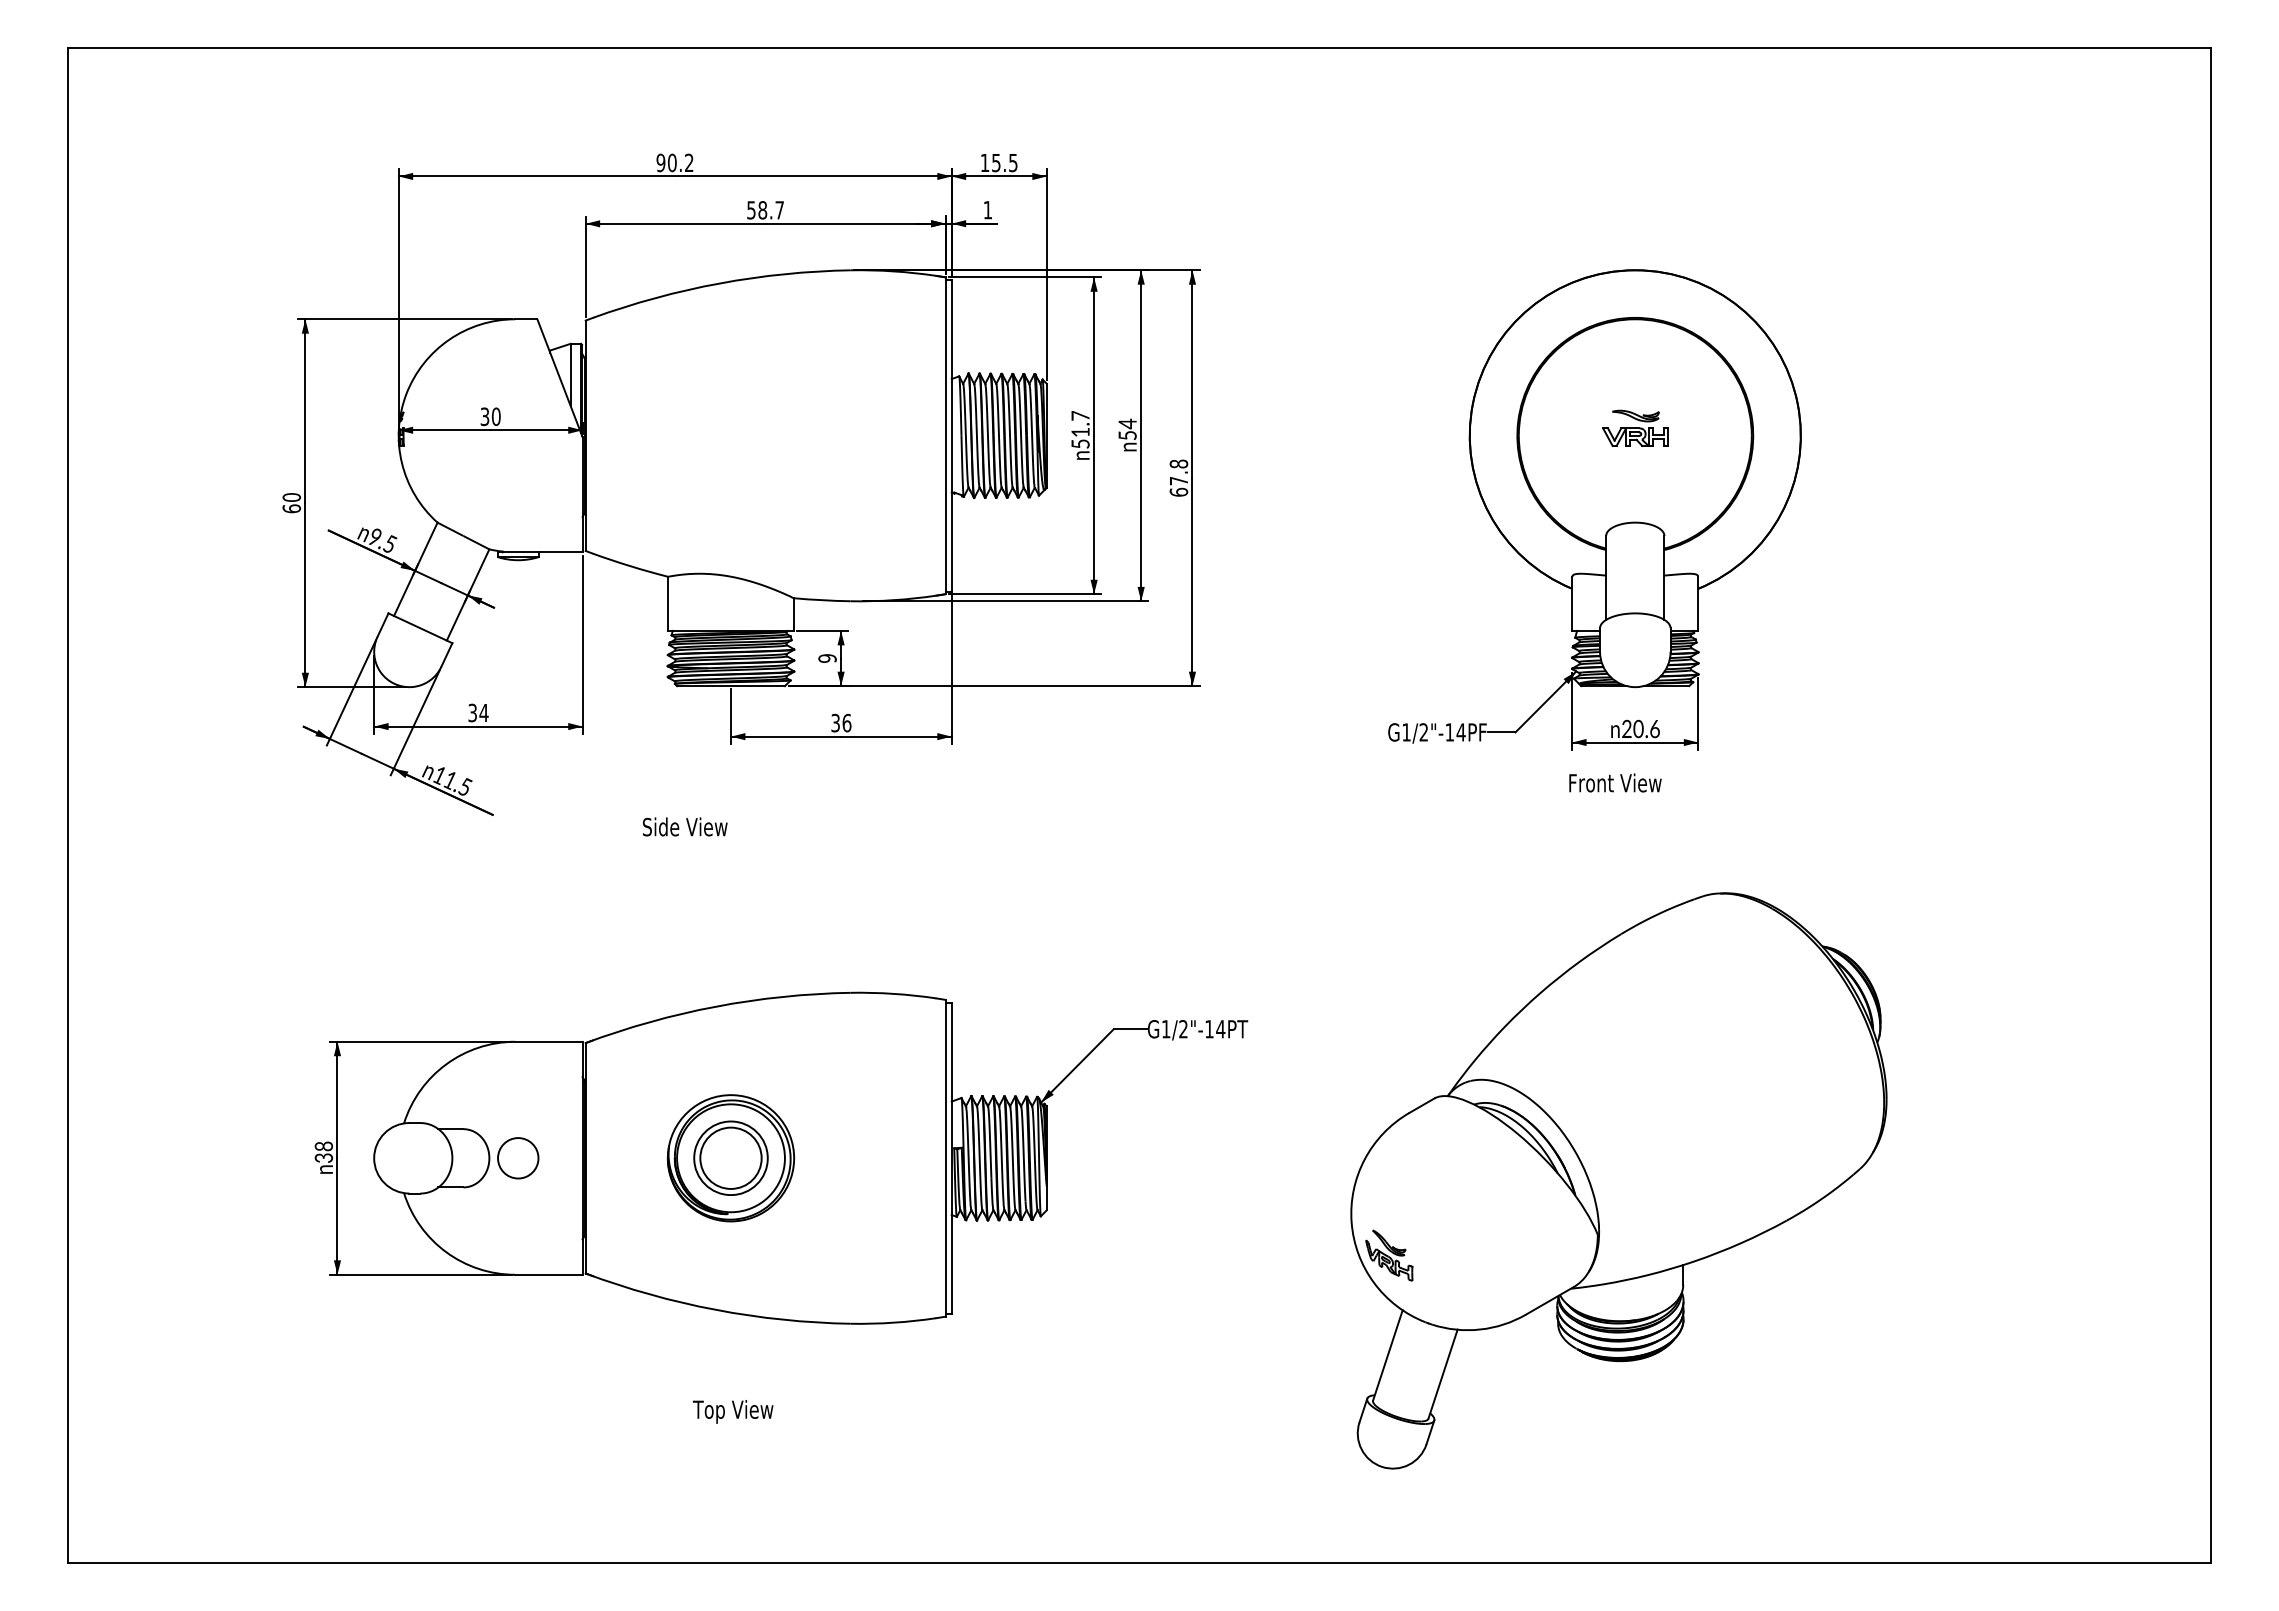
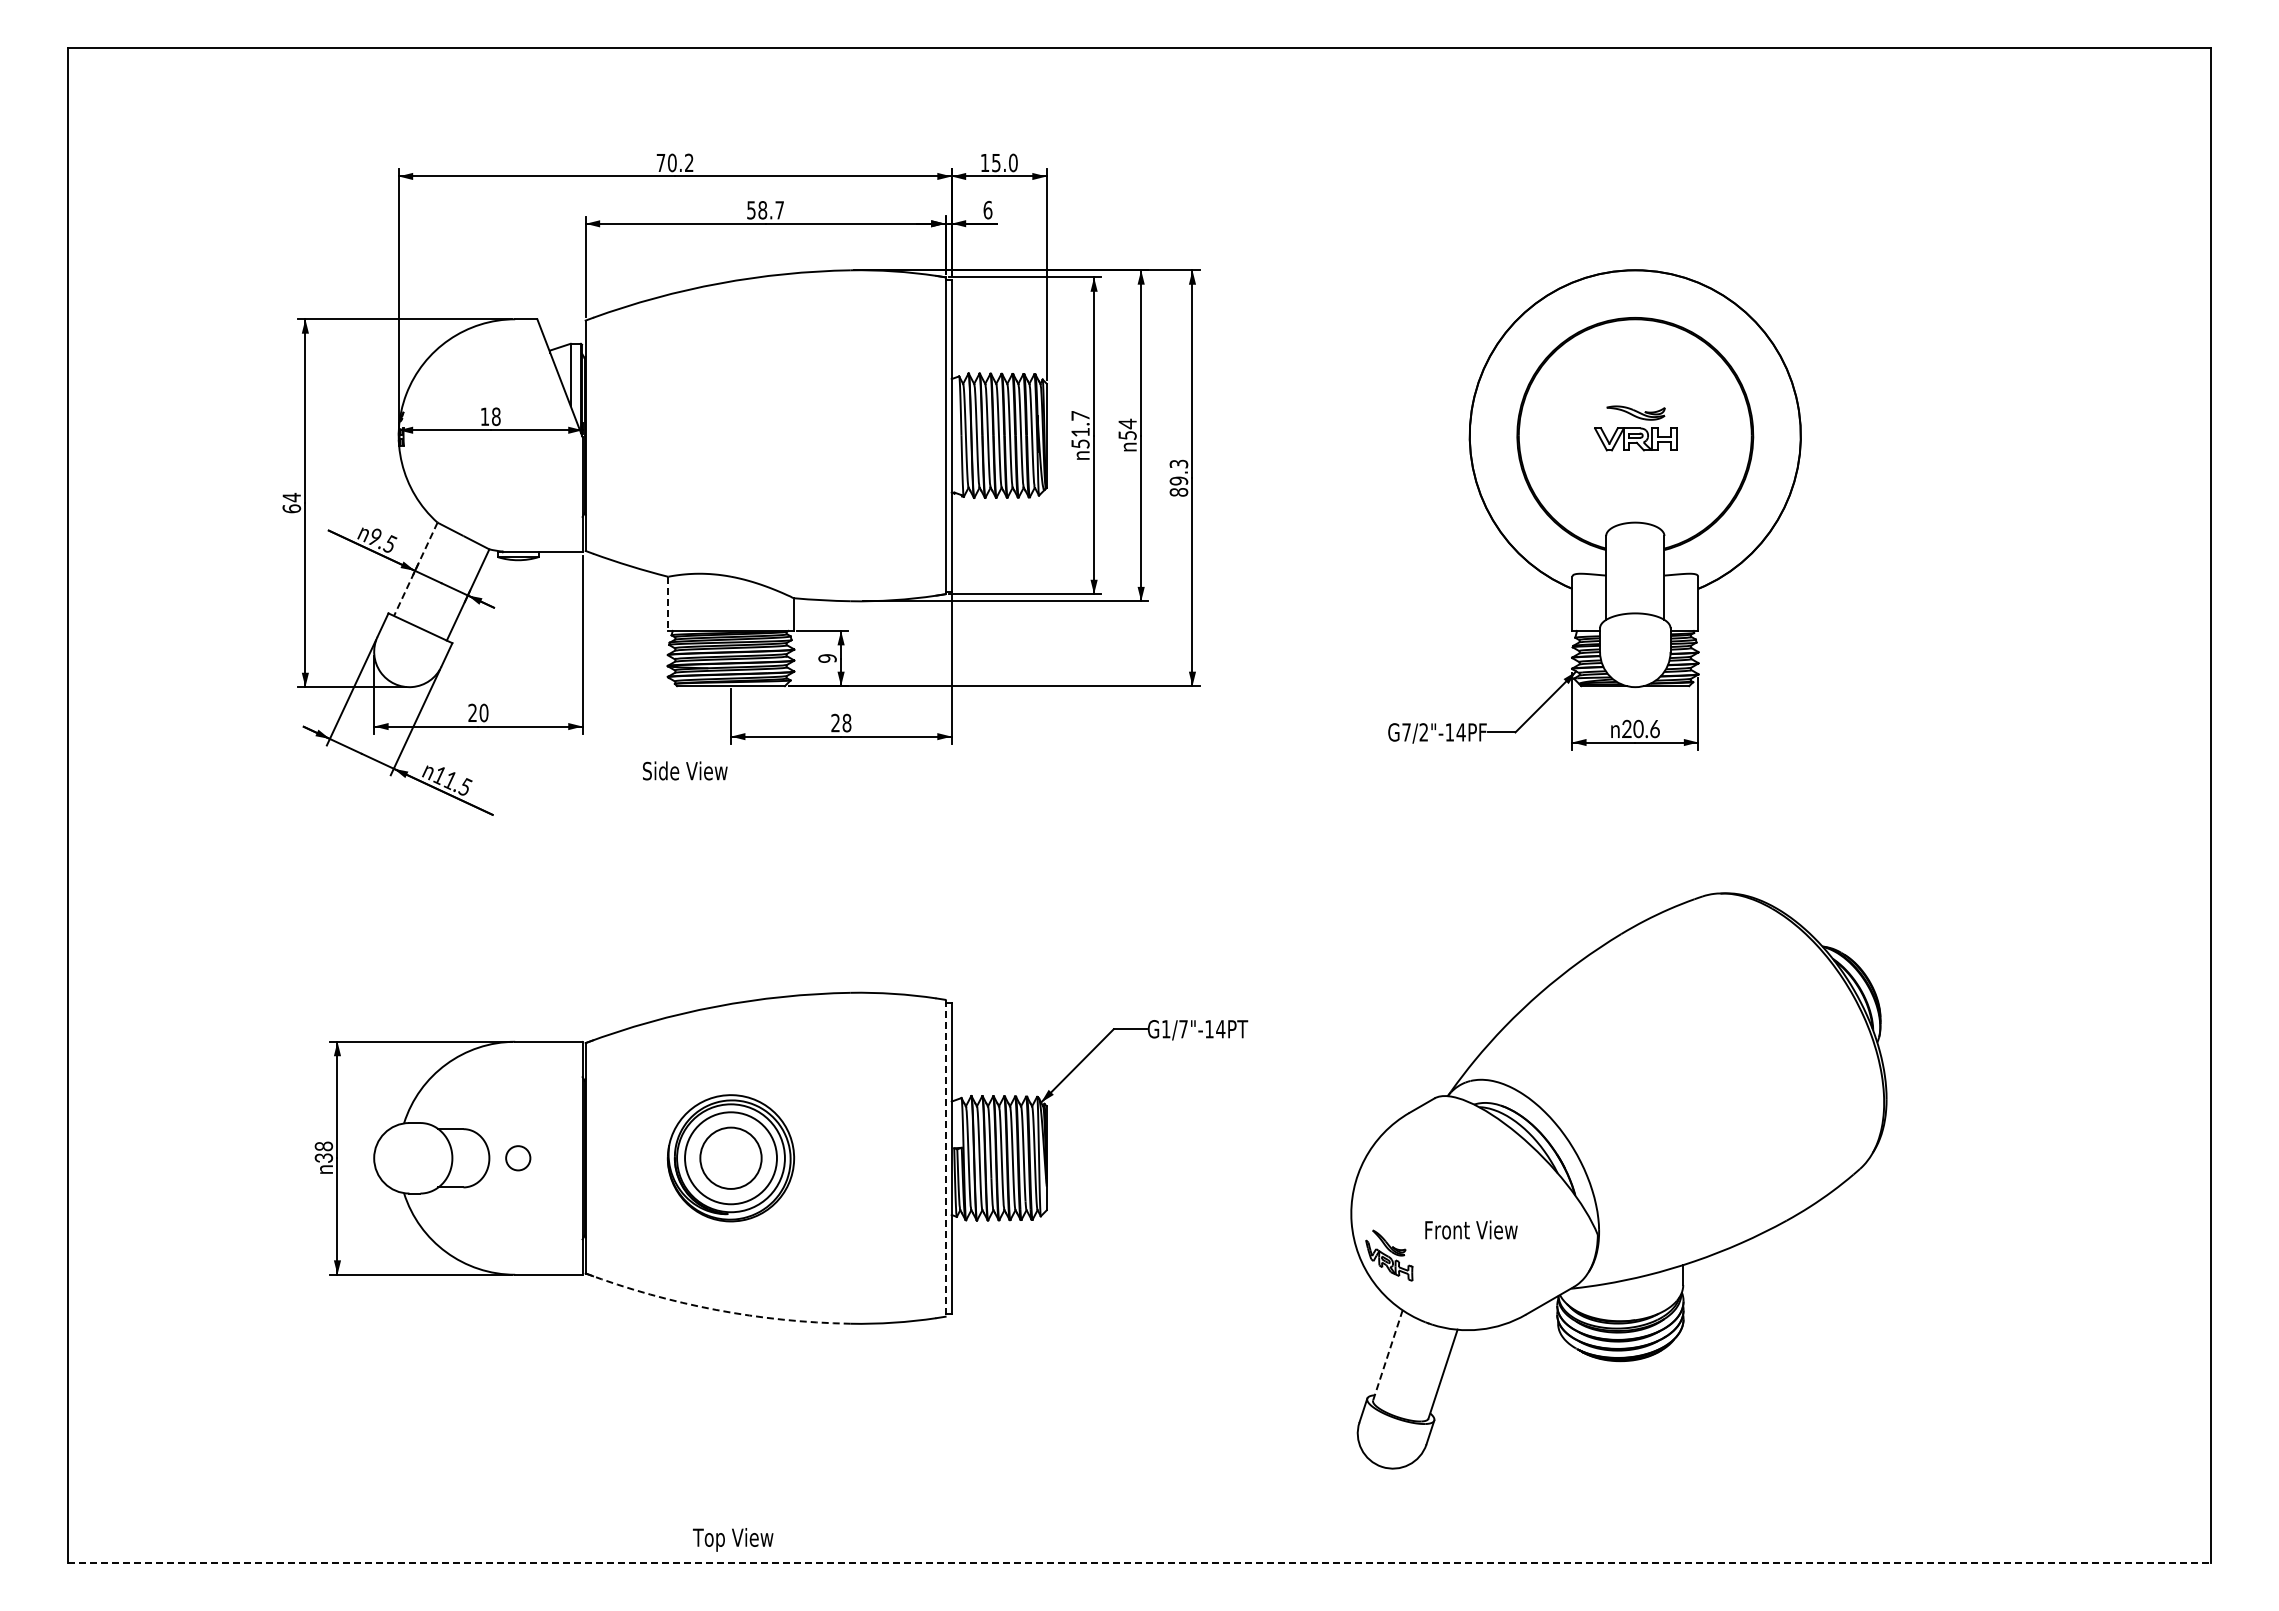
text at (660, 162): 90.2 -> 70.2
text at (1013, 162): 15.5 -> 15.0
text at (987, 209): 1 -> 6
text at (490, 416): 30 -> 18
part at (1635, 427) size: 67x38 px -> 84x47 px
text at (1178, 477): 67.8 -> 89.3
text at (291, 497): 60 -> 64
line at (415, 569): solid -> dashed
line at (668, 604): solid -> dashed
text at (478, 712): 34 -> 20
text at (841, 722): 36 -> 28
text at (1406, 732): G1/2"-14PF -> G7/2"-14PF
text at (1615, 782) position: (1615, 782) -> (1471, 1229)
text at (685, 826) position: (685, 826) -> (685, 770)
text at (1183, 1029): G1/2"-14PT -> G1/7"-14PT
circle at (518, 1158) diameter: 40 px -> 24 px
circle at (730, 1158) diameter: 74 px -> 92 px
line at (945, 1158): solid -> dashed
arc at (716, 1309): solid -> dashed
line at (1387, 1355): solid -> dashed
text at (733, 1411) position: (733, 1411) -> (733, 1539)
line at (1139, 1562): solid -> dashed
